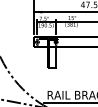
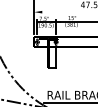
line at (63, 12): present -> none
